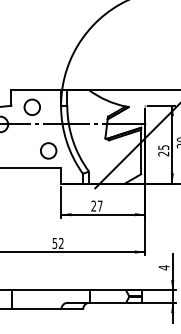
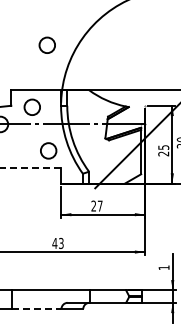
circle at (46, 44): none -> present
line at (30, 168): solid -> dashed
text at (57, 243): 52 -> 43
text at (163, 267): 4 -> 1
line at (36, 308): solid -> dashed
